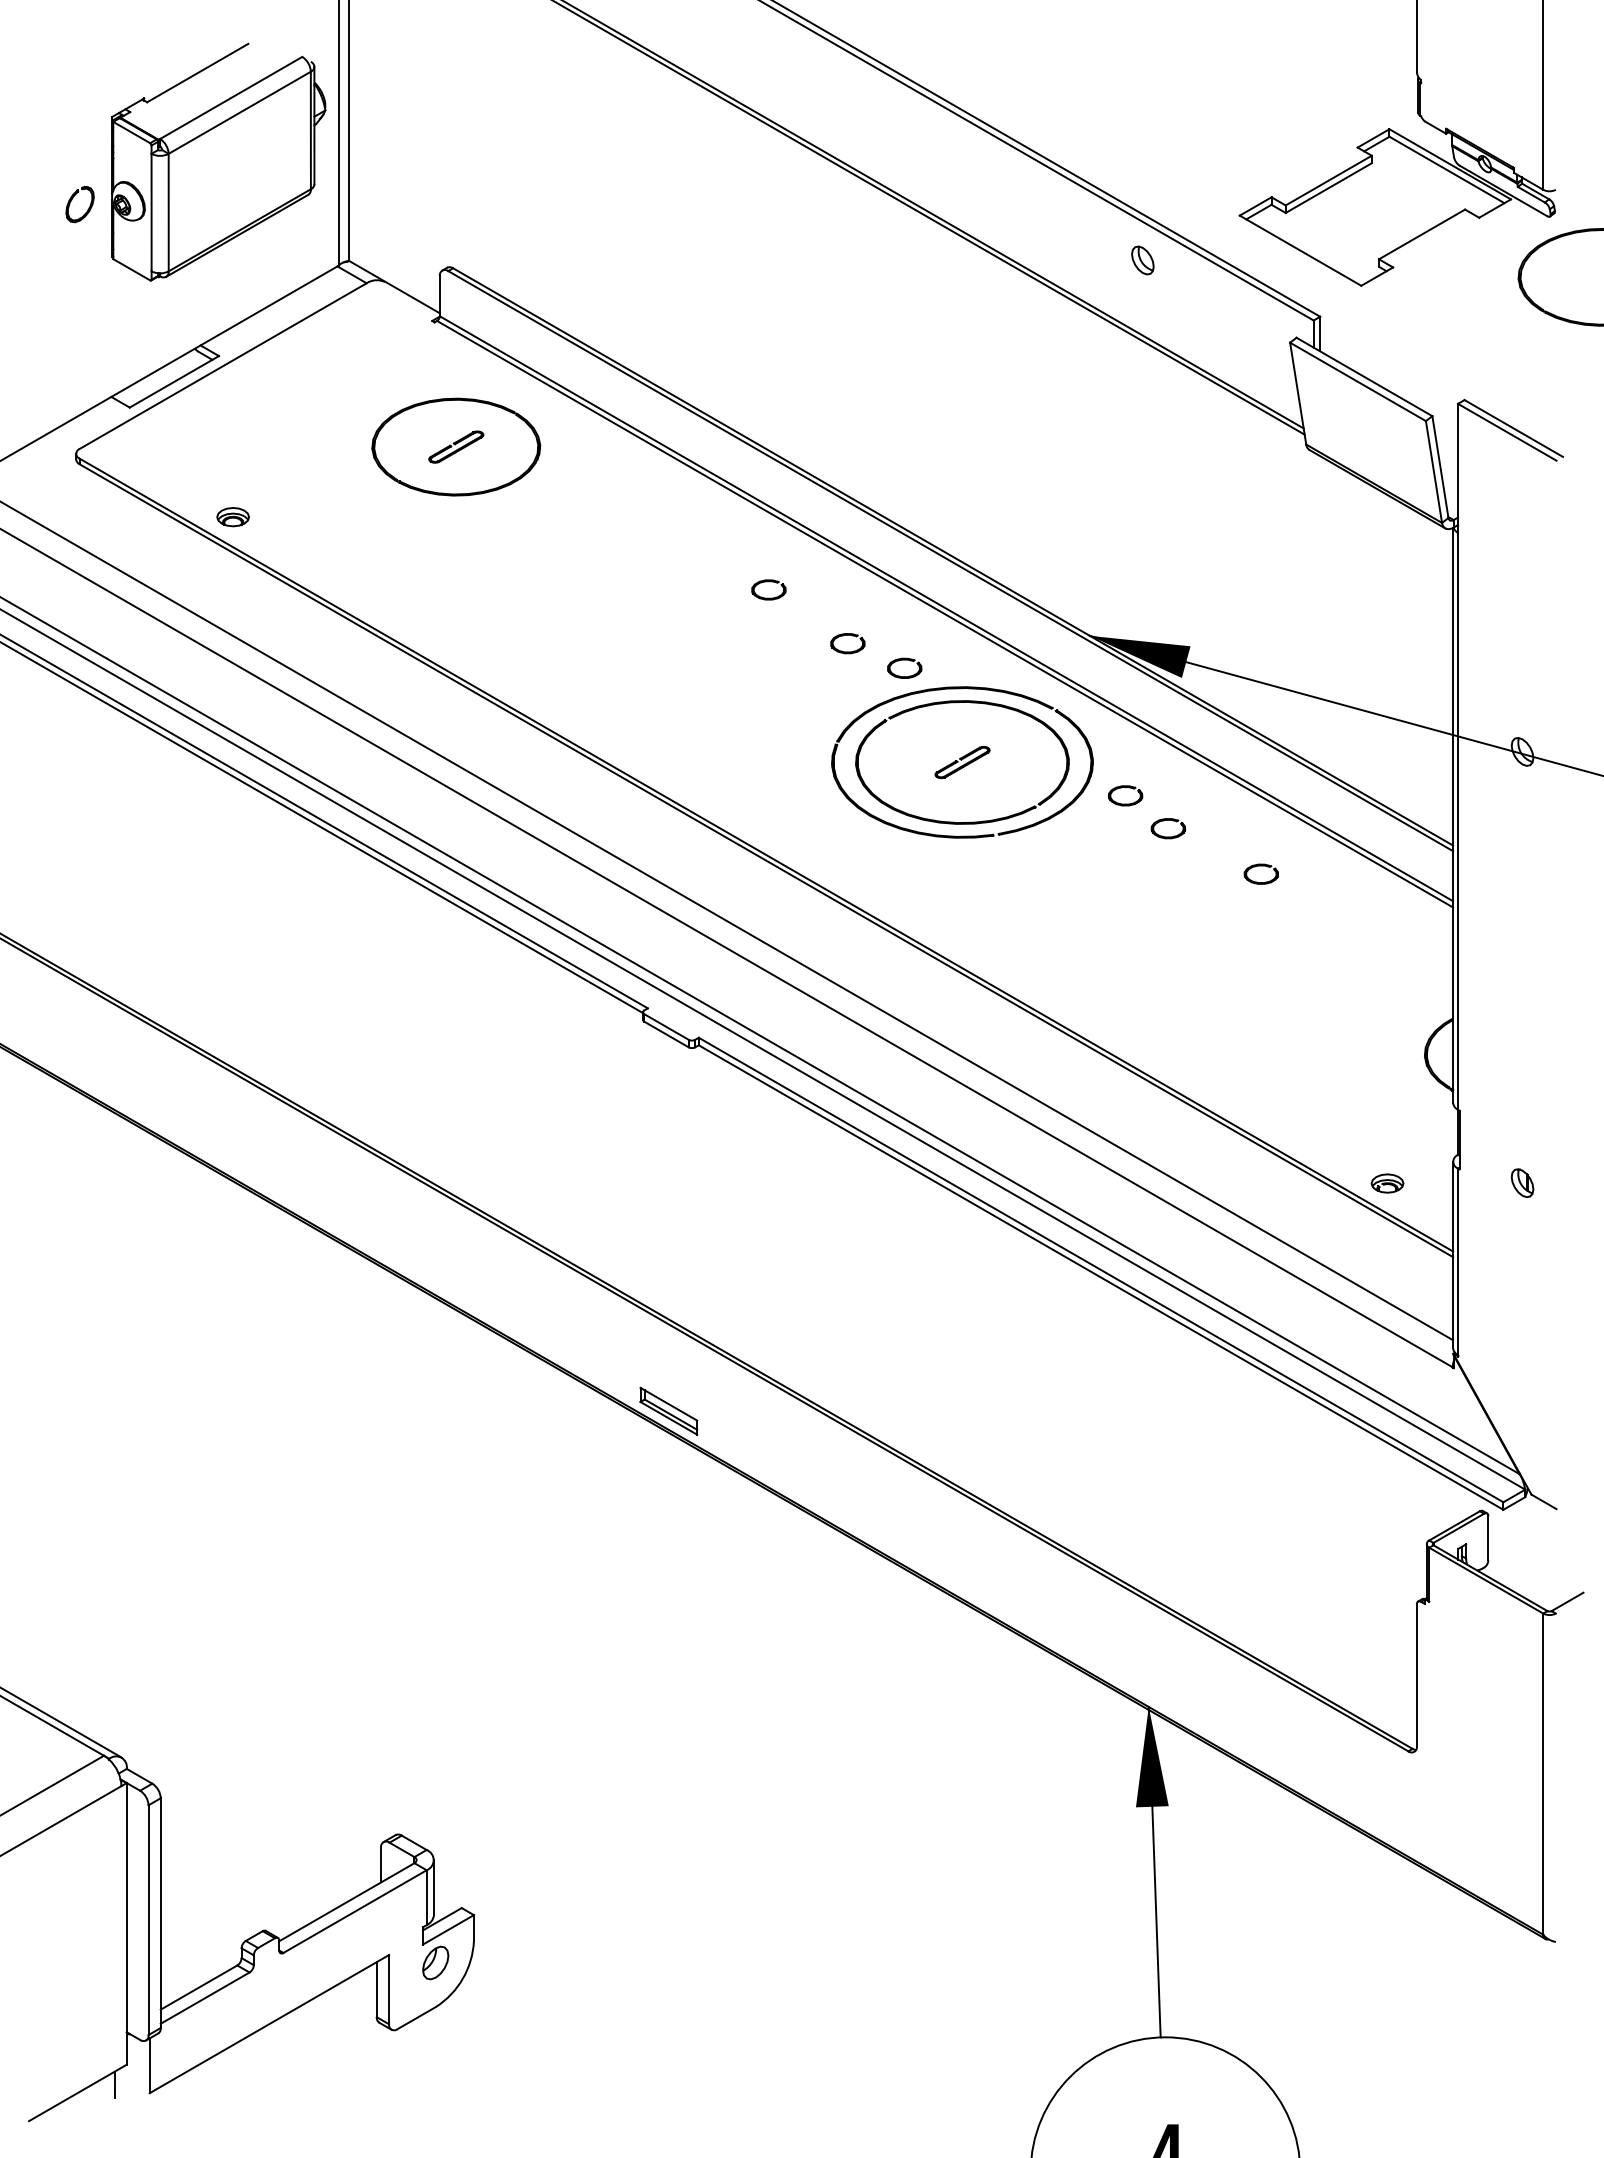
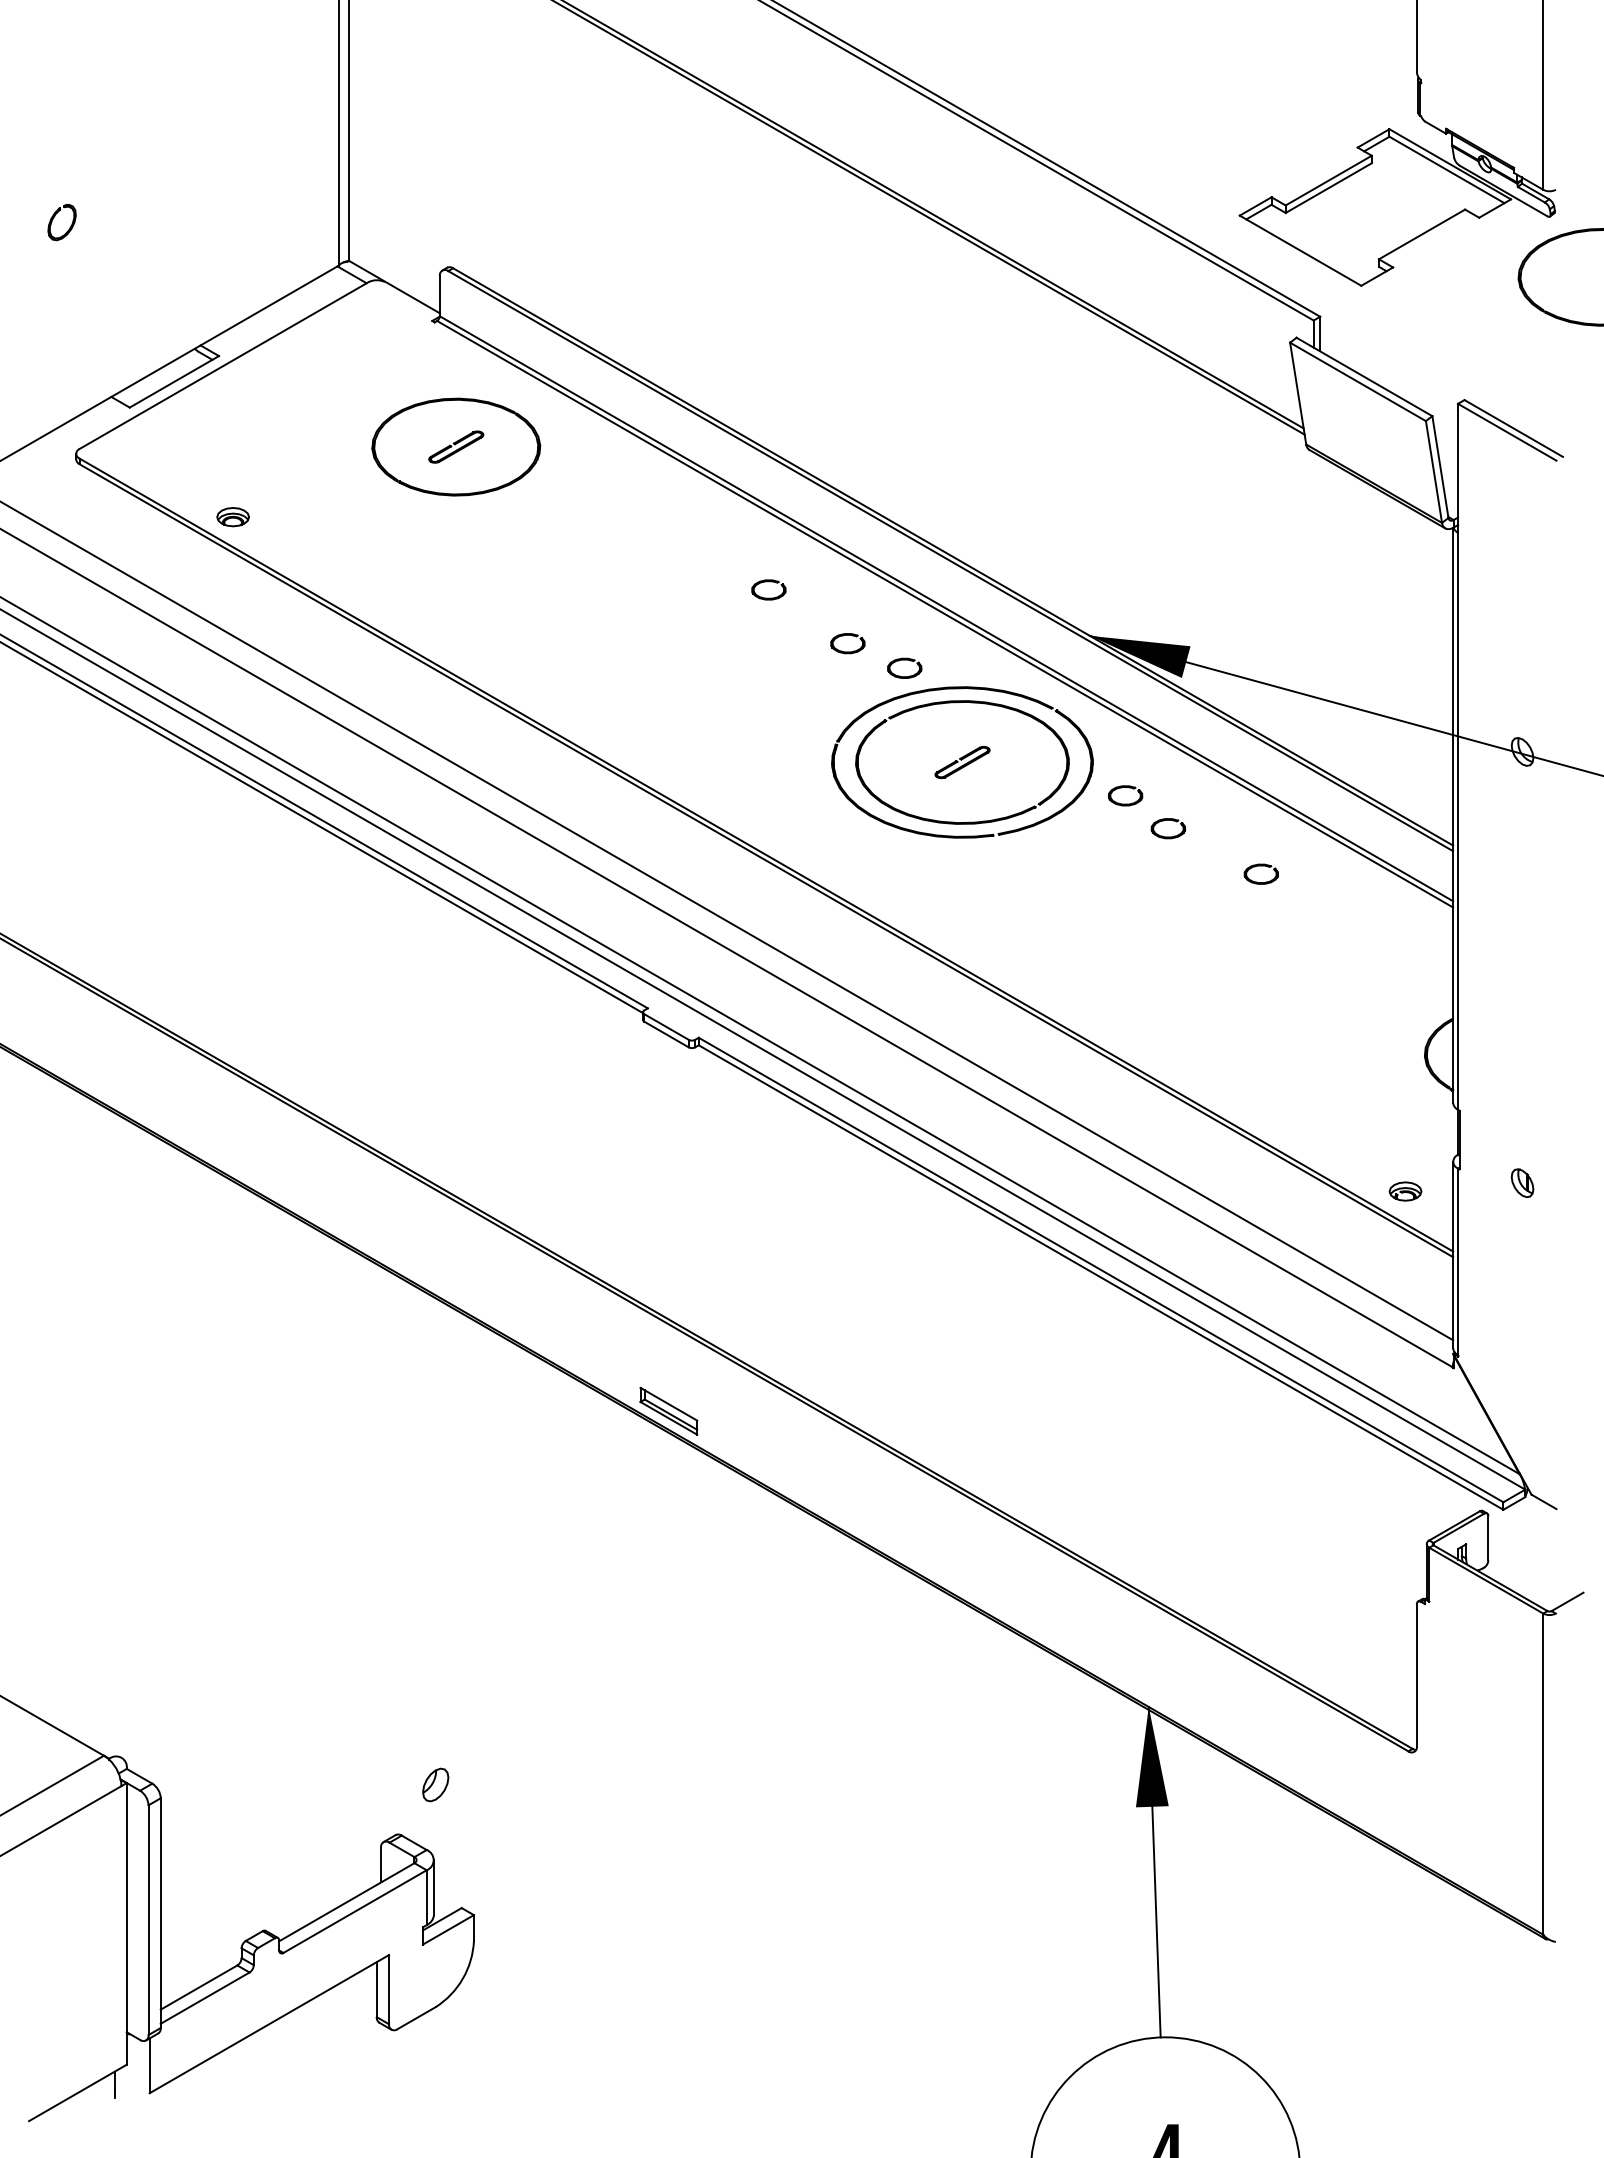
part at (218, 161): present -> none
part at (72, 200) position: (72, 200) -> (54, 218)
part at (1142, 260): present -> none
part at (1387, 1183) position: (1387, 1183) -> (1405, 1191)
line at (61, 1722): present -> none
part at (435, 1962) position: (435, 1962) -> (435, 1784)
